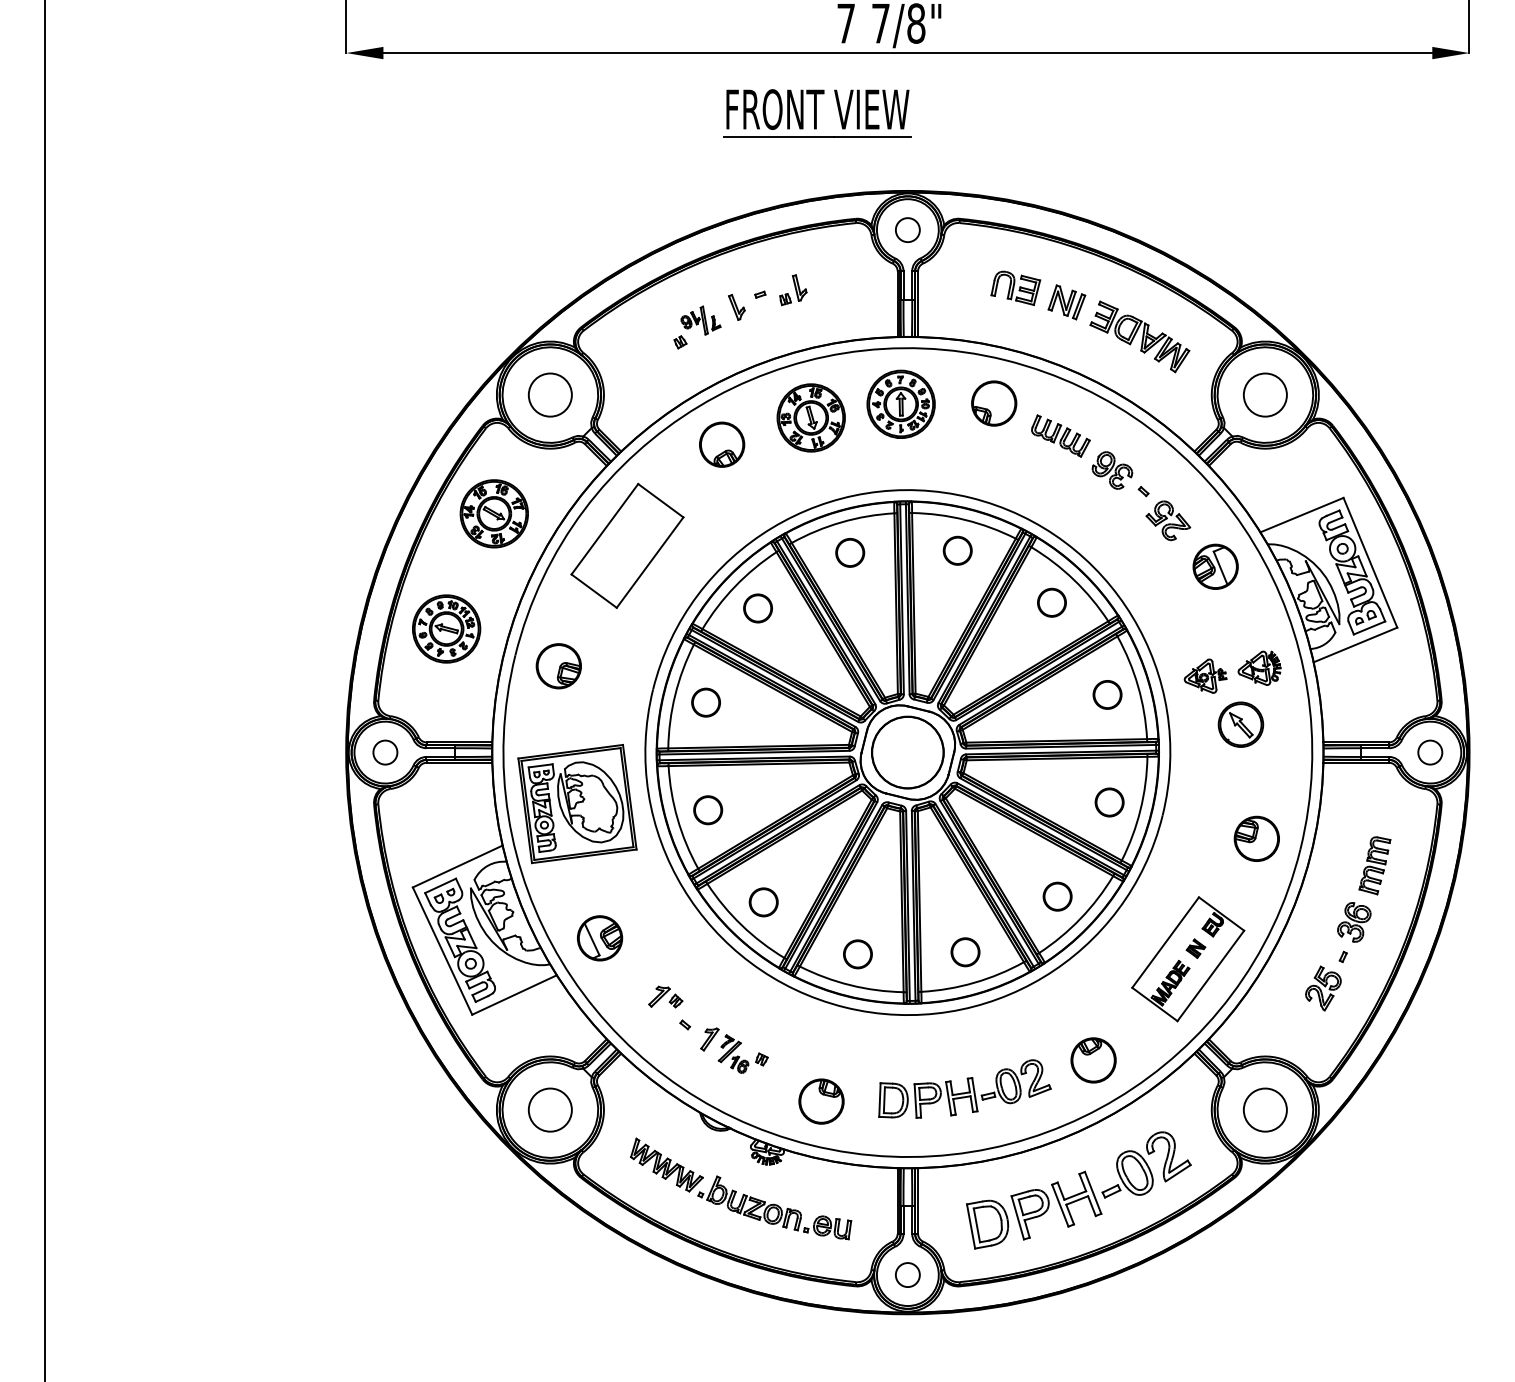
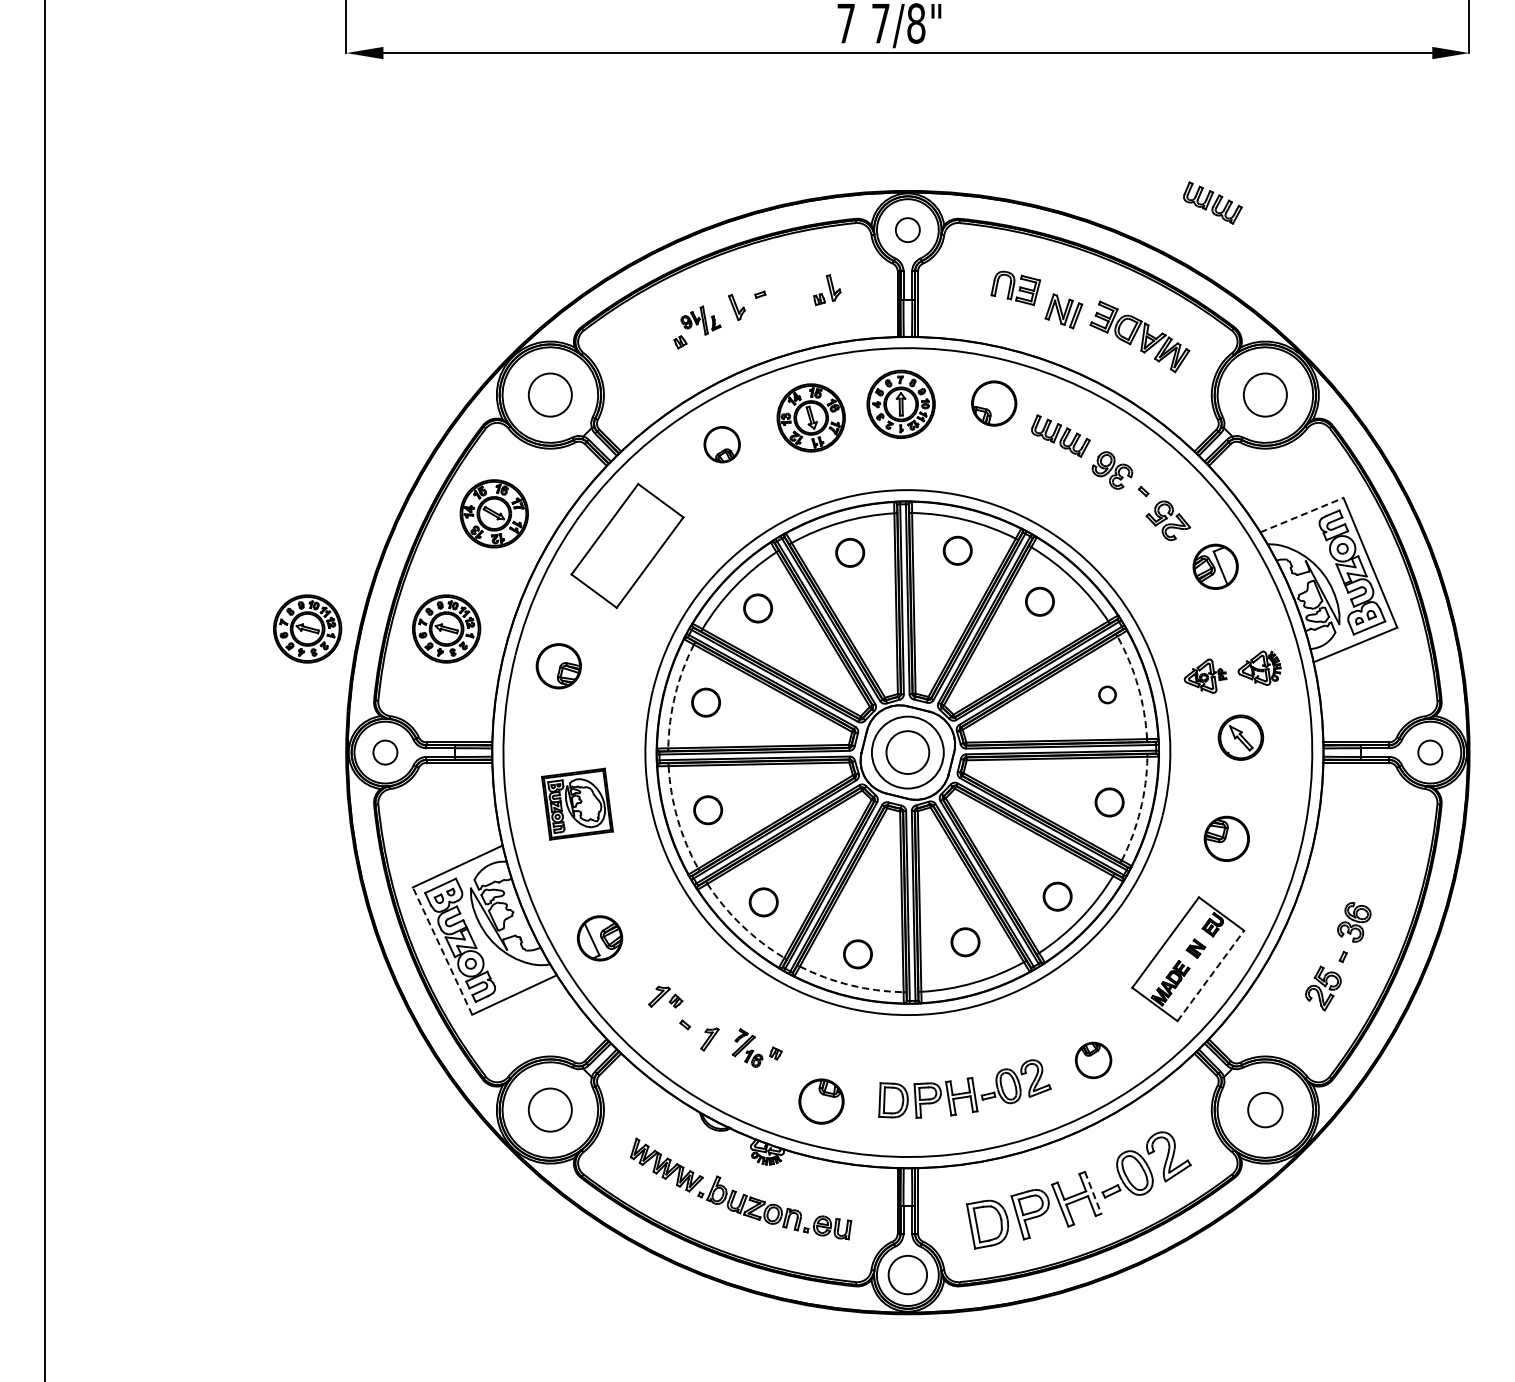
part at (817, 113): present -> none
part at (1212, 202): none -> present
part at (793, 290) position: (793, 290) -> (827, 290)
part at (1066, 302) position: (1066, 302) -> (1063, 311)
part at (722, 444) size: 47x47 px -> 38x38 px
line at (1301, 515): solid -> dashed
circle at (1051, 602) position: (1051, 602) -> (1039, 601)
part at (307, 628): none -> present
arc at (1138, 686): solid -> dashed
circle at (1107, 694) size: 31x30 px -> 19x20 px
arc at (675, 695): solid -> dashed
part at (1240, 724) position: (1240, 724) -> (1240, 737)
circle at (907, 752) diameter: 71 px -> 43 px
part at (577, 804) size: 121x121 px -> 73x74 px
arc at (1140, 810): solid -> dashed
arc at (677, 819): solid -> dashed
part at (1256, 838) position: (1256, 838) -> (1226, 838)
part at (1374, 865): present -> none
arc at (741, 925): solid -> dashed
line at (442, 950): solid -> dashed
circle at (965, 952) position: (965, 952) -> (965, 942)
line at (1211, 975): solid -> dashed
arc at (850, 985): solid -> dashed
part at (742, 1053) position: (742, 1053) -> (756, 1047)
part at (1093, 1060) size: 47x47 px -> 38x39 px
circle at (1265, 1109) size: 45x46 px -> 37x37 px
line at (1093, 1193): solid -> dashed
circle at (907, 1275) diameter: 24 px -> 38 px
